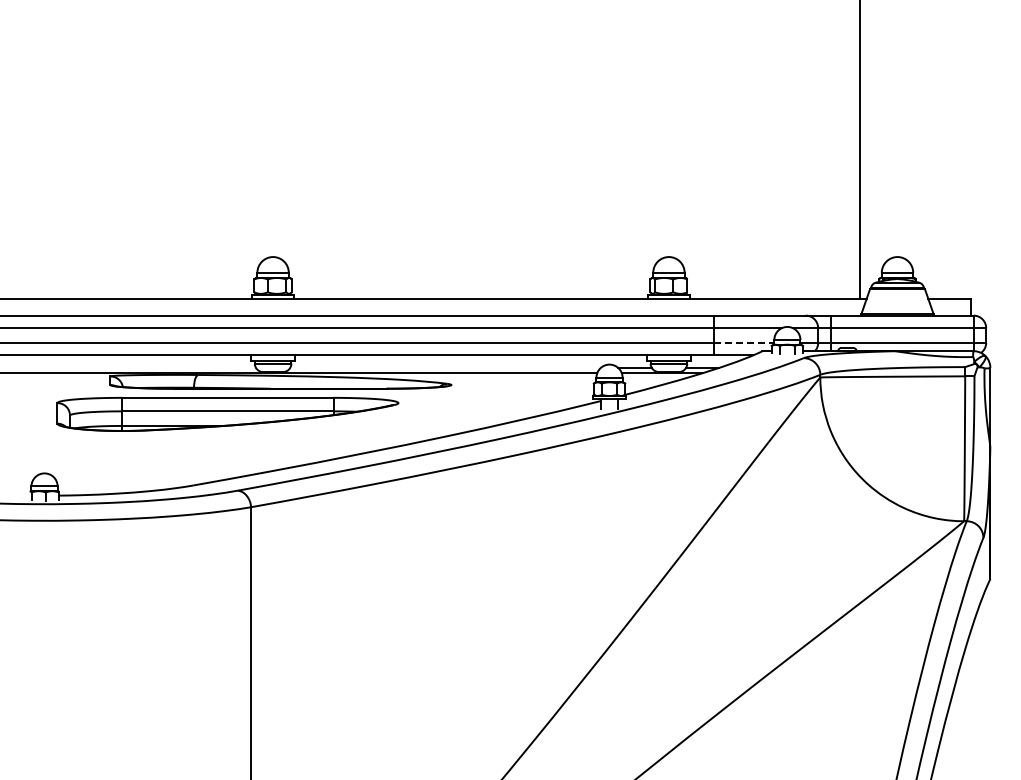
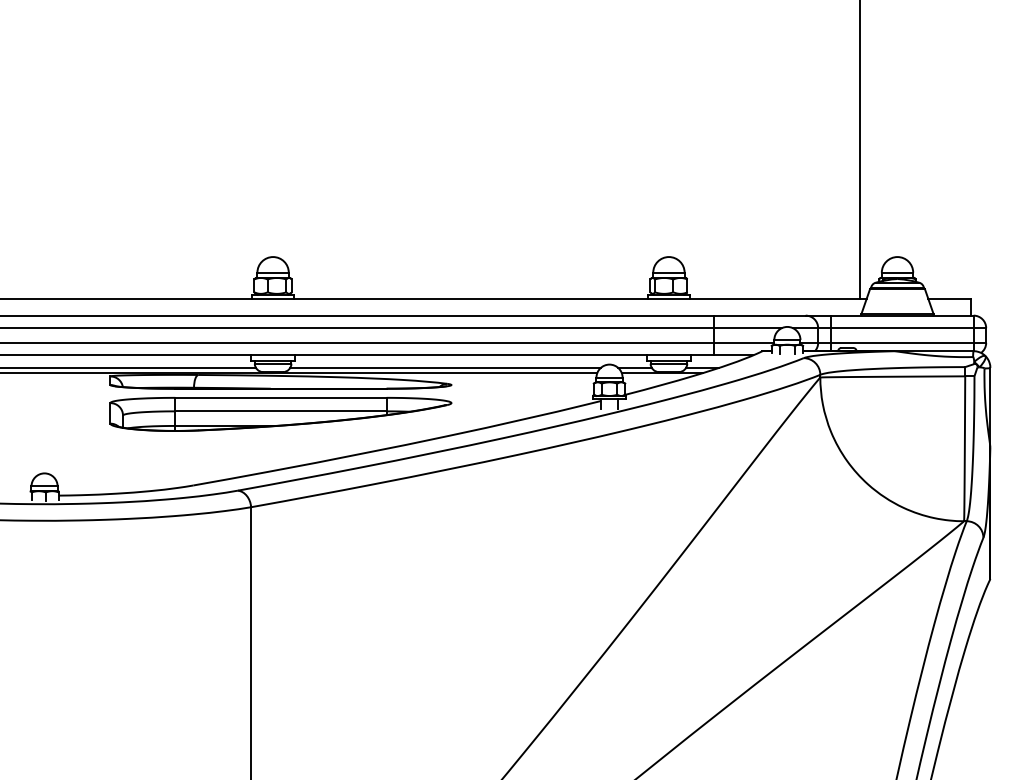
line at (744, 342): dashed -> solid
line at (128, 367): none -> present
line at (445, 367): none -> present
part at (227, 414) position: (227, 414) -> (280, 414)
